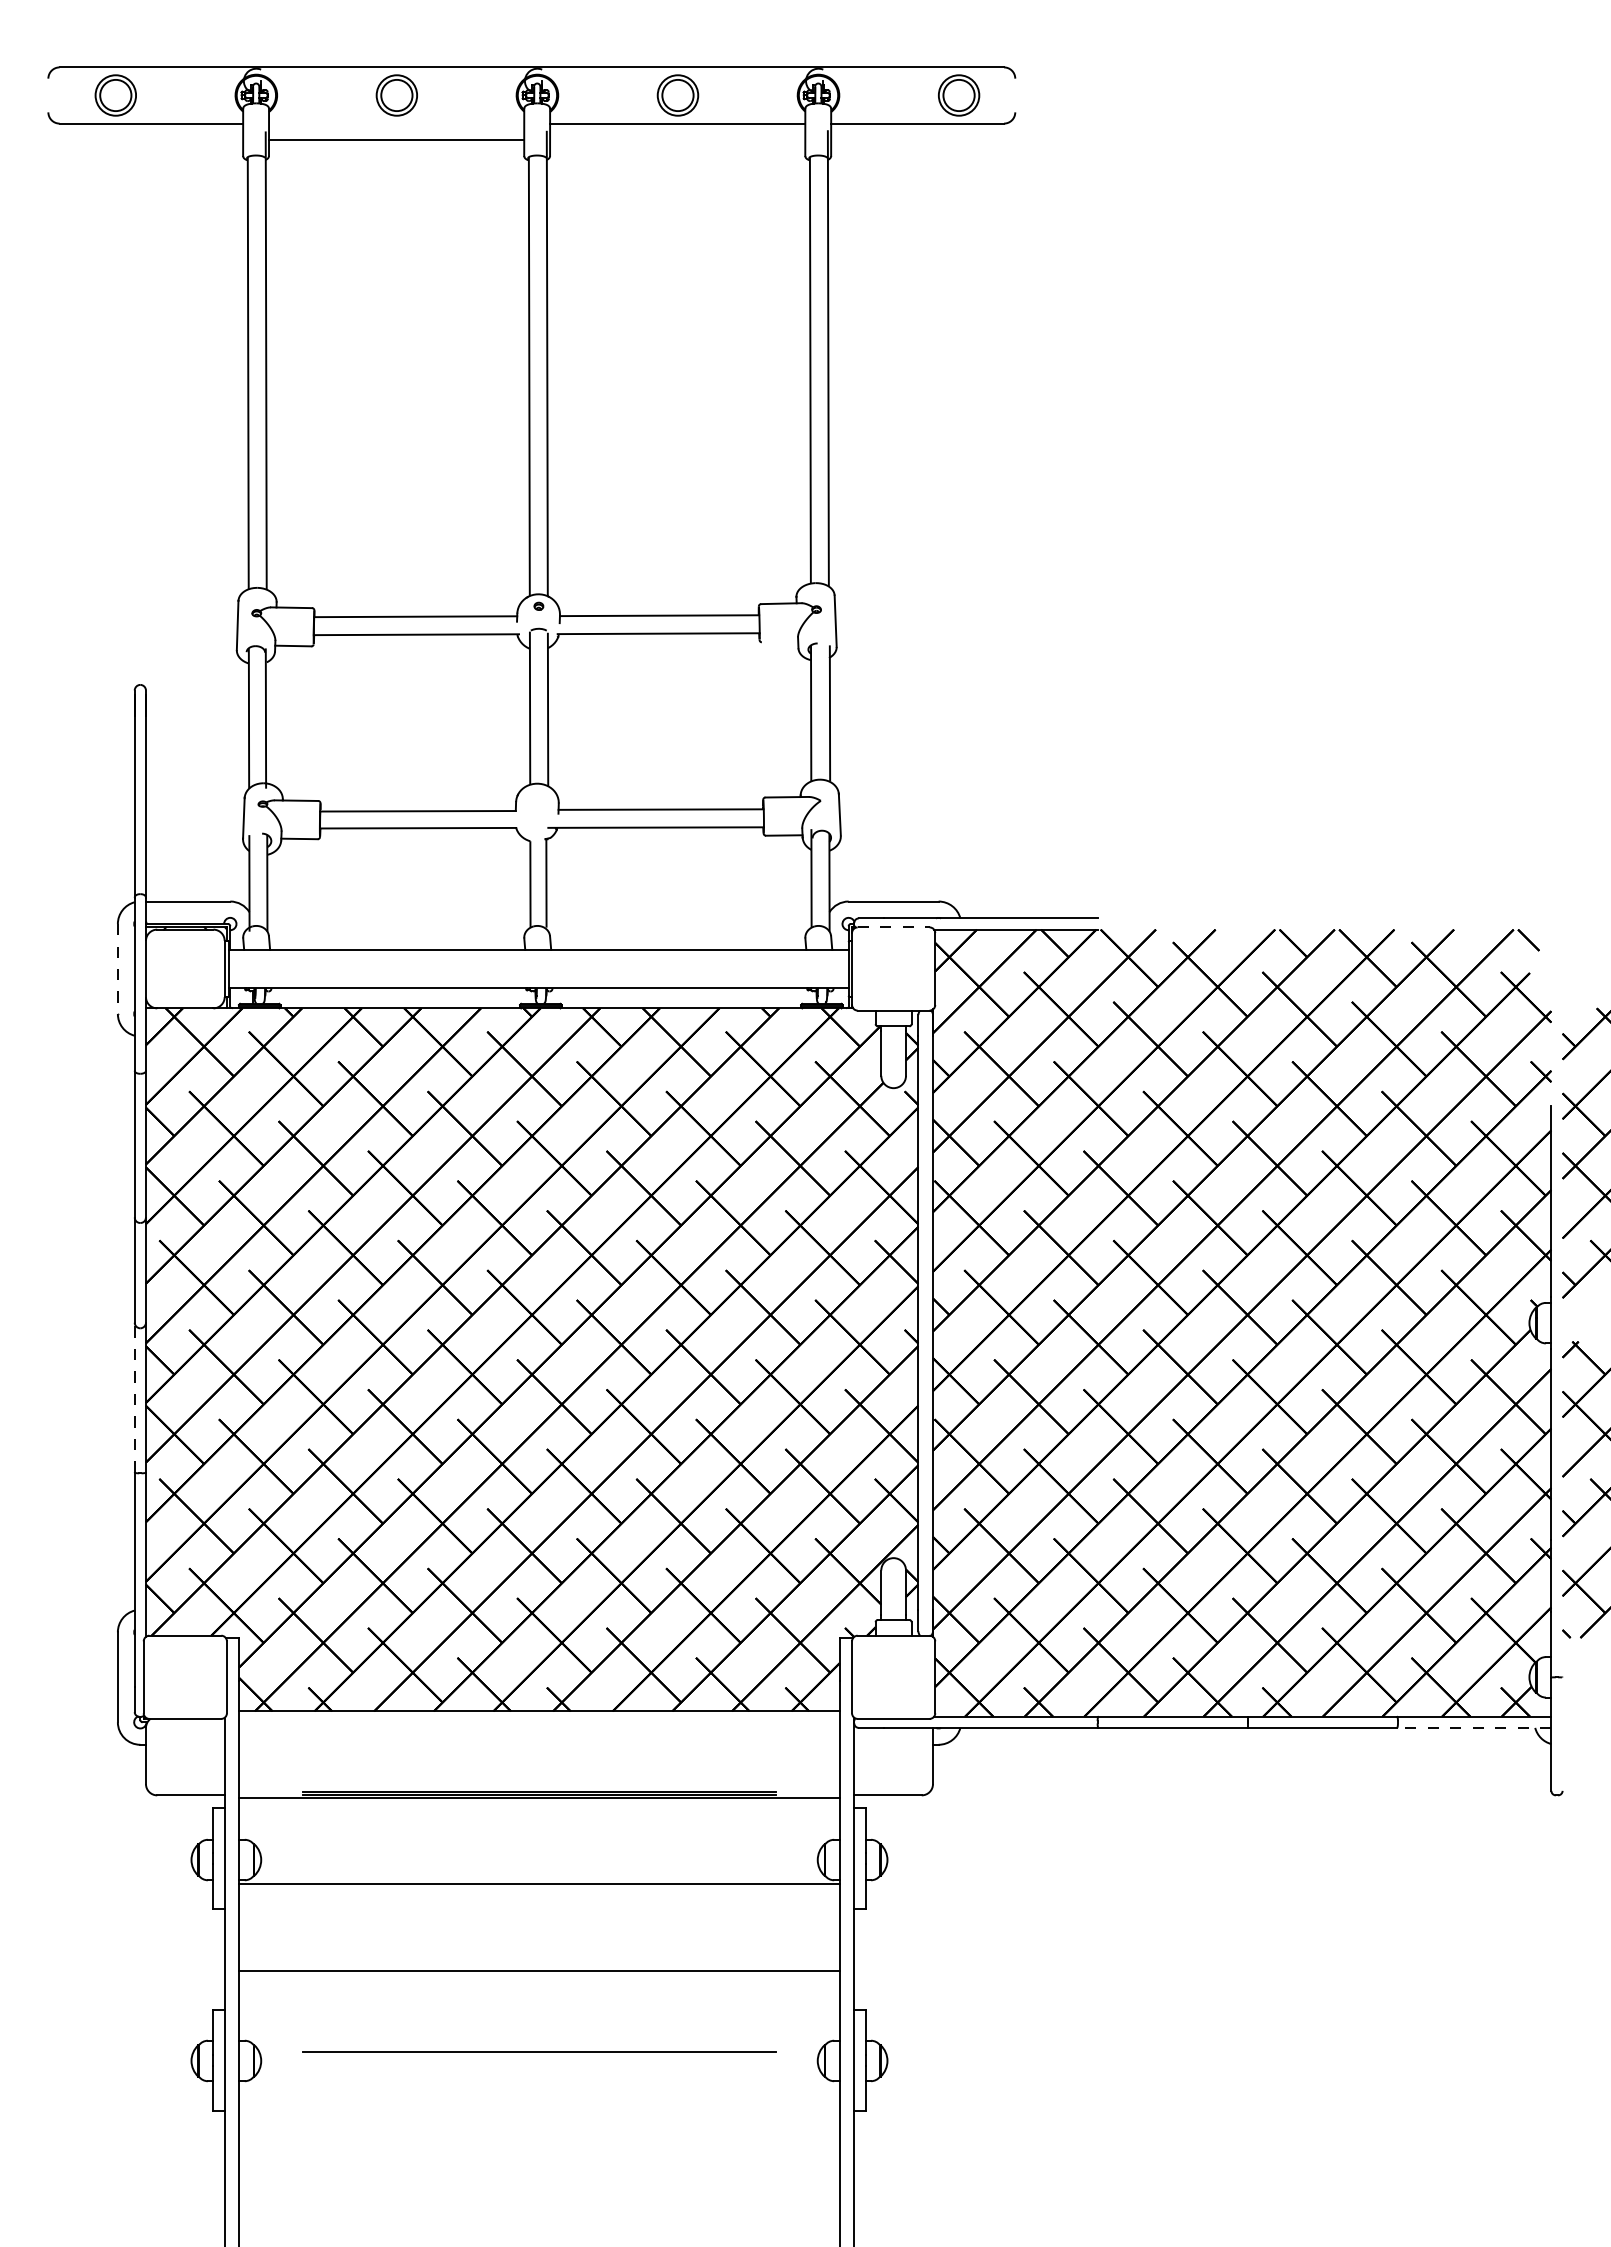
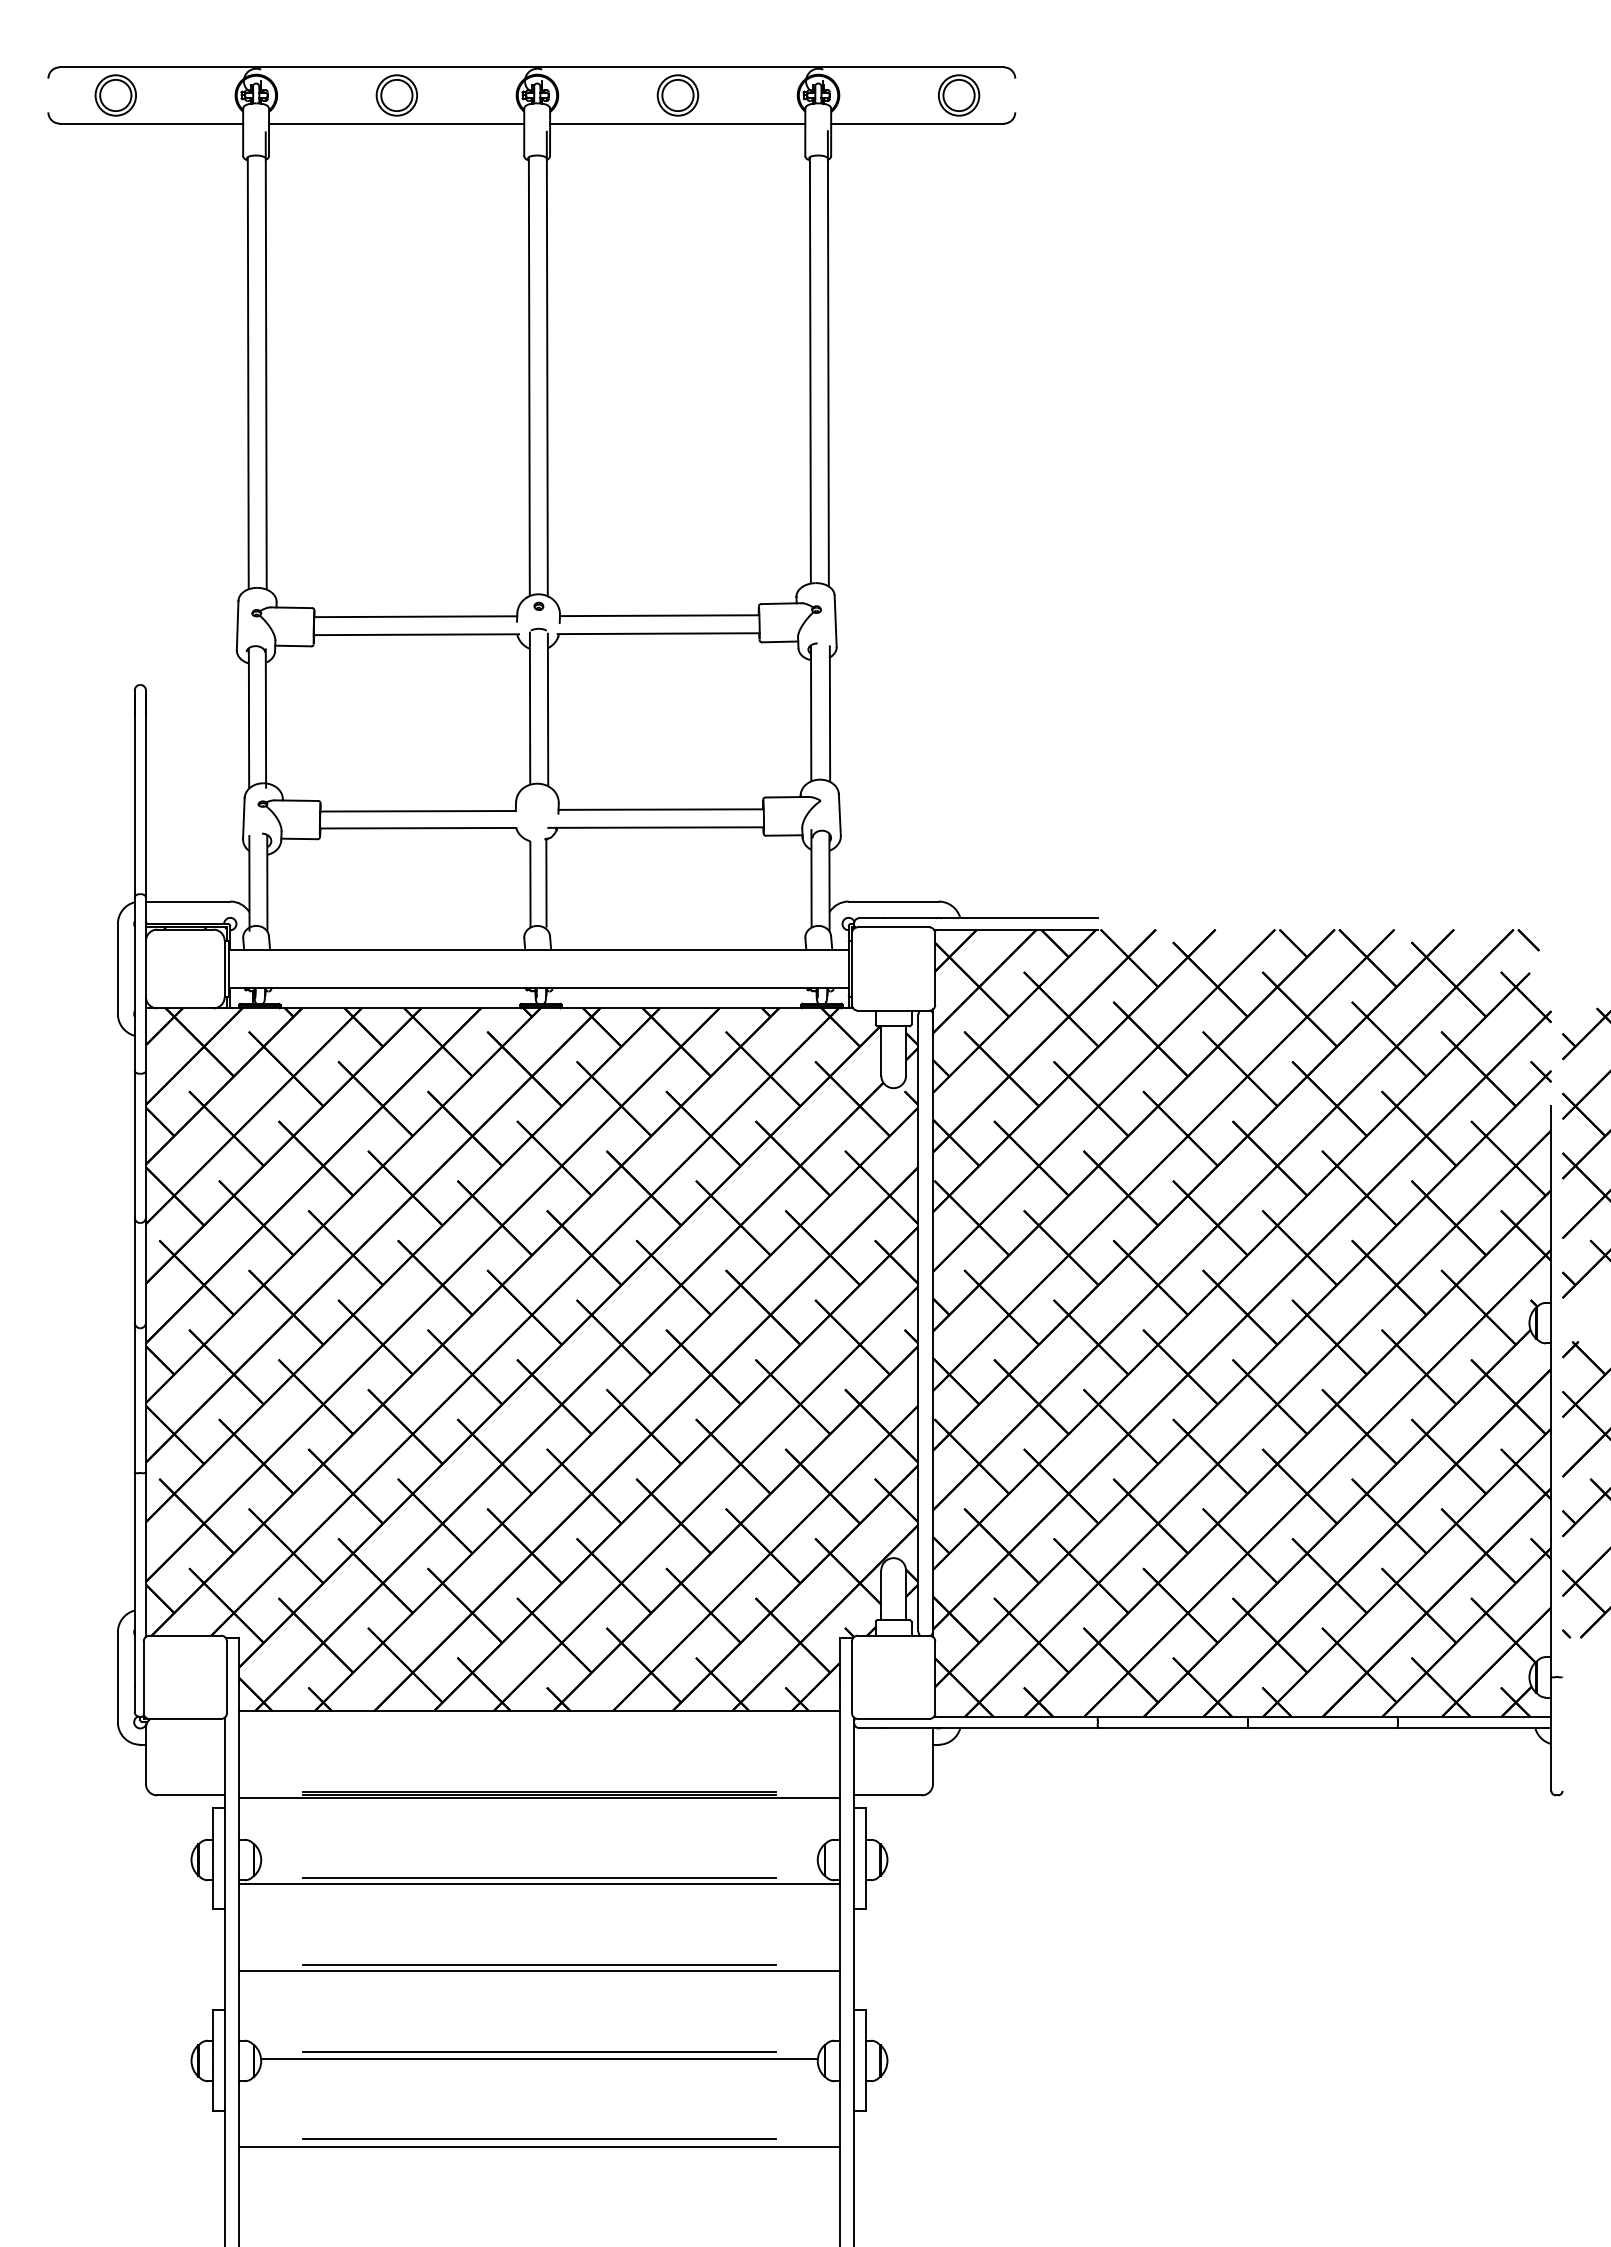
line at (396, 139) position: (396, 139) -> (396, 123)
line at (779, 641): none -> present
line at (893, 927): dashed -> solid
line at (117, 969): dashed -> solid
line at (134, 1397): dashed -> solid
line at (1473, 1727): dashed -> solid
line at (539, 1878): none -> present
line at (539, 1964): none -> present
line at (539, 2058): none -> present
line at (539, 2139): none -> present
line at (539, 2146): none -> present
